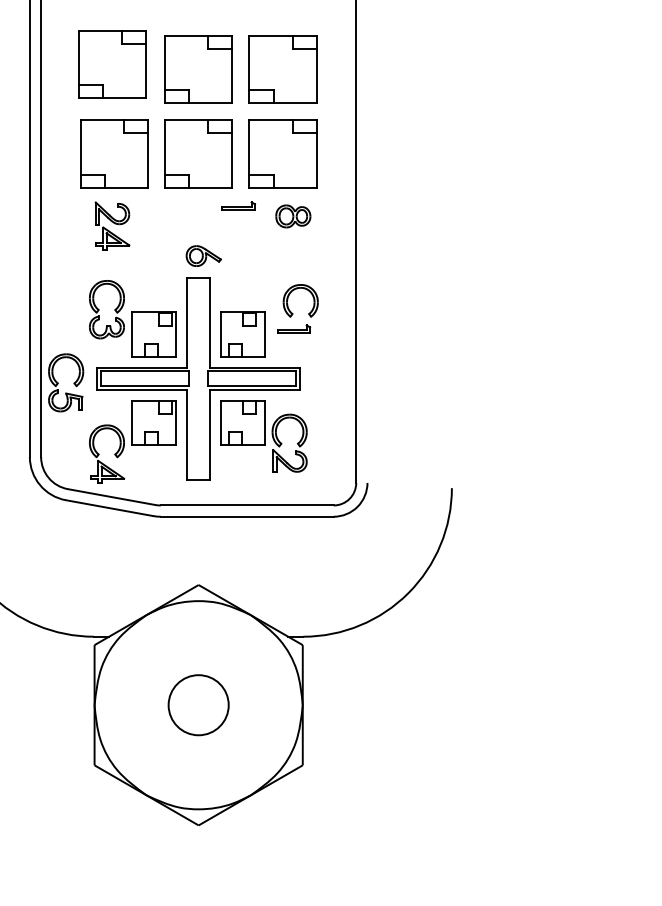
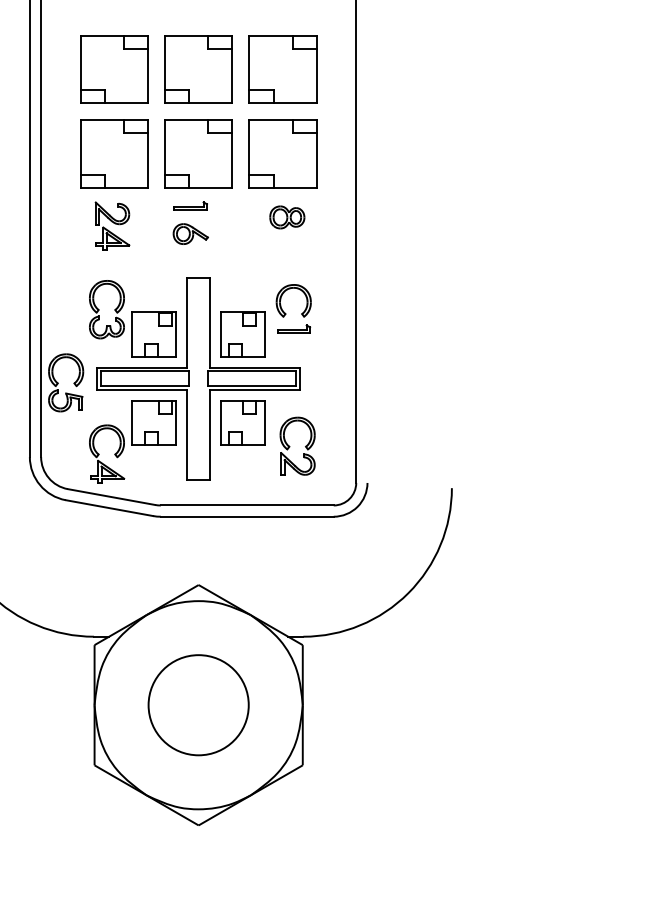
part at (112, 64) position: (112, 64) -> (114, 69)
part at (238, 205) position: (238, 205) -> (190, 205)
part at (293, 216) position: (293, 216) -> (287, 217)
part at (203, 255) position: (203, 255) -> (190, 233)
part at (297, 289) position: (297, 289) -> (290, 289)
part at (282, 443) position: (282, 443) -> (290, 446)
circle at (198, 705) diameter: 60 px -> 100 px
